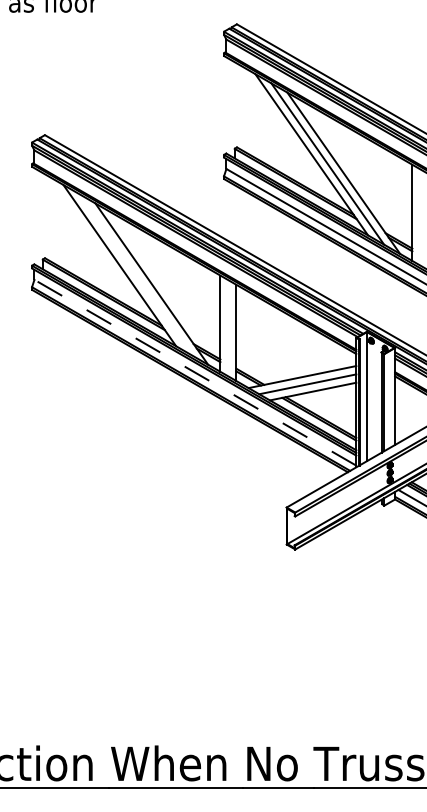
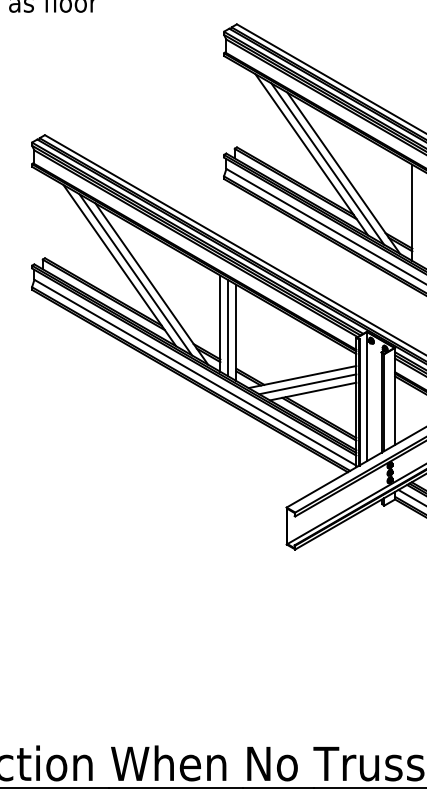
line at (135, 274): none -> present
line at (228, 328): none -> present
line at (195, 372): dashed -> solid
